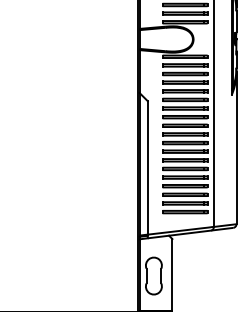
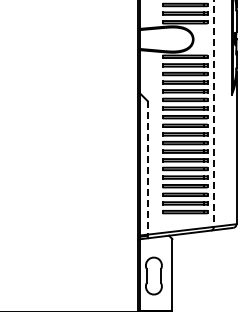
line at (213, 113): solid -> dashed
line at (147, 167): solid -> dashed
